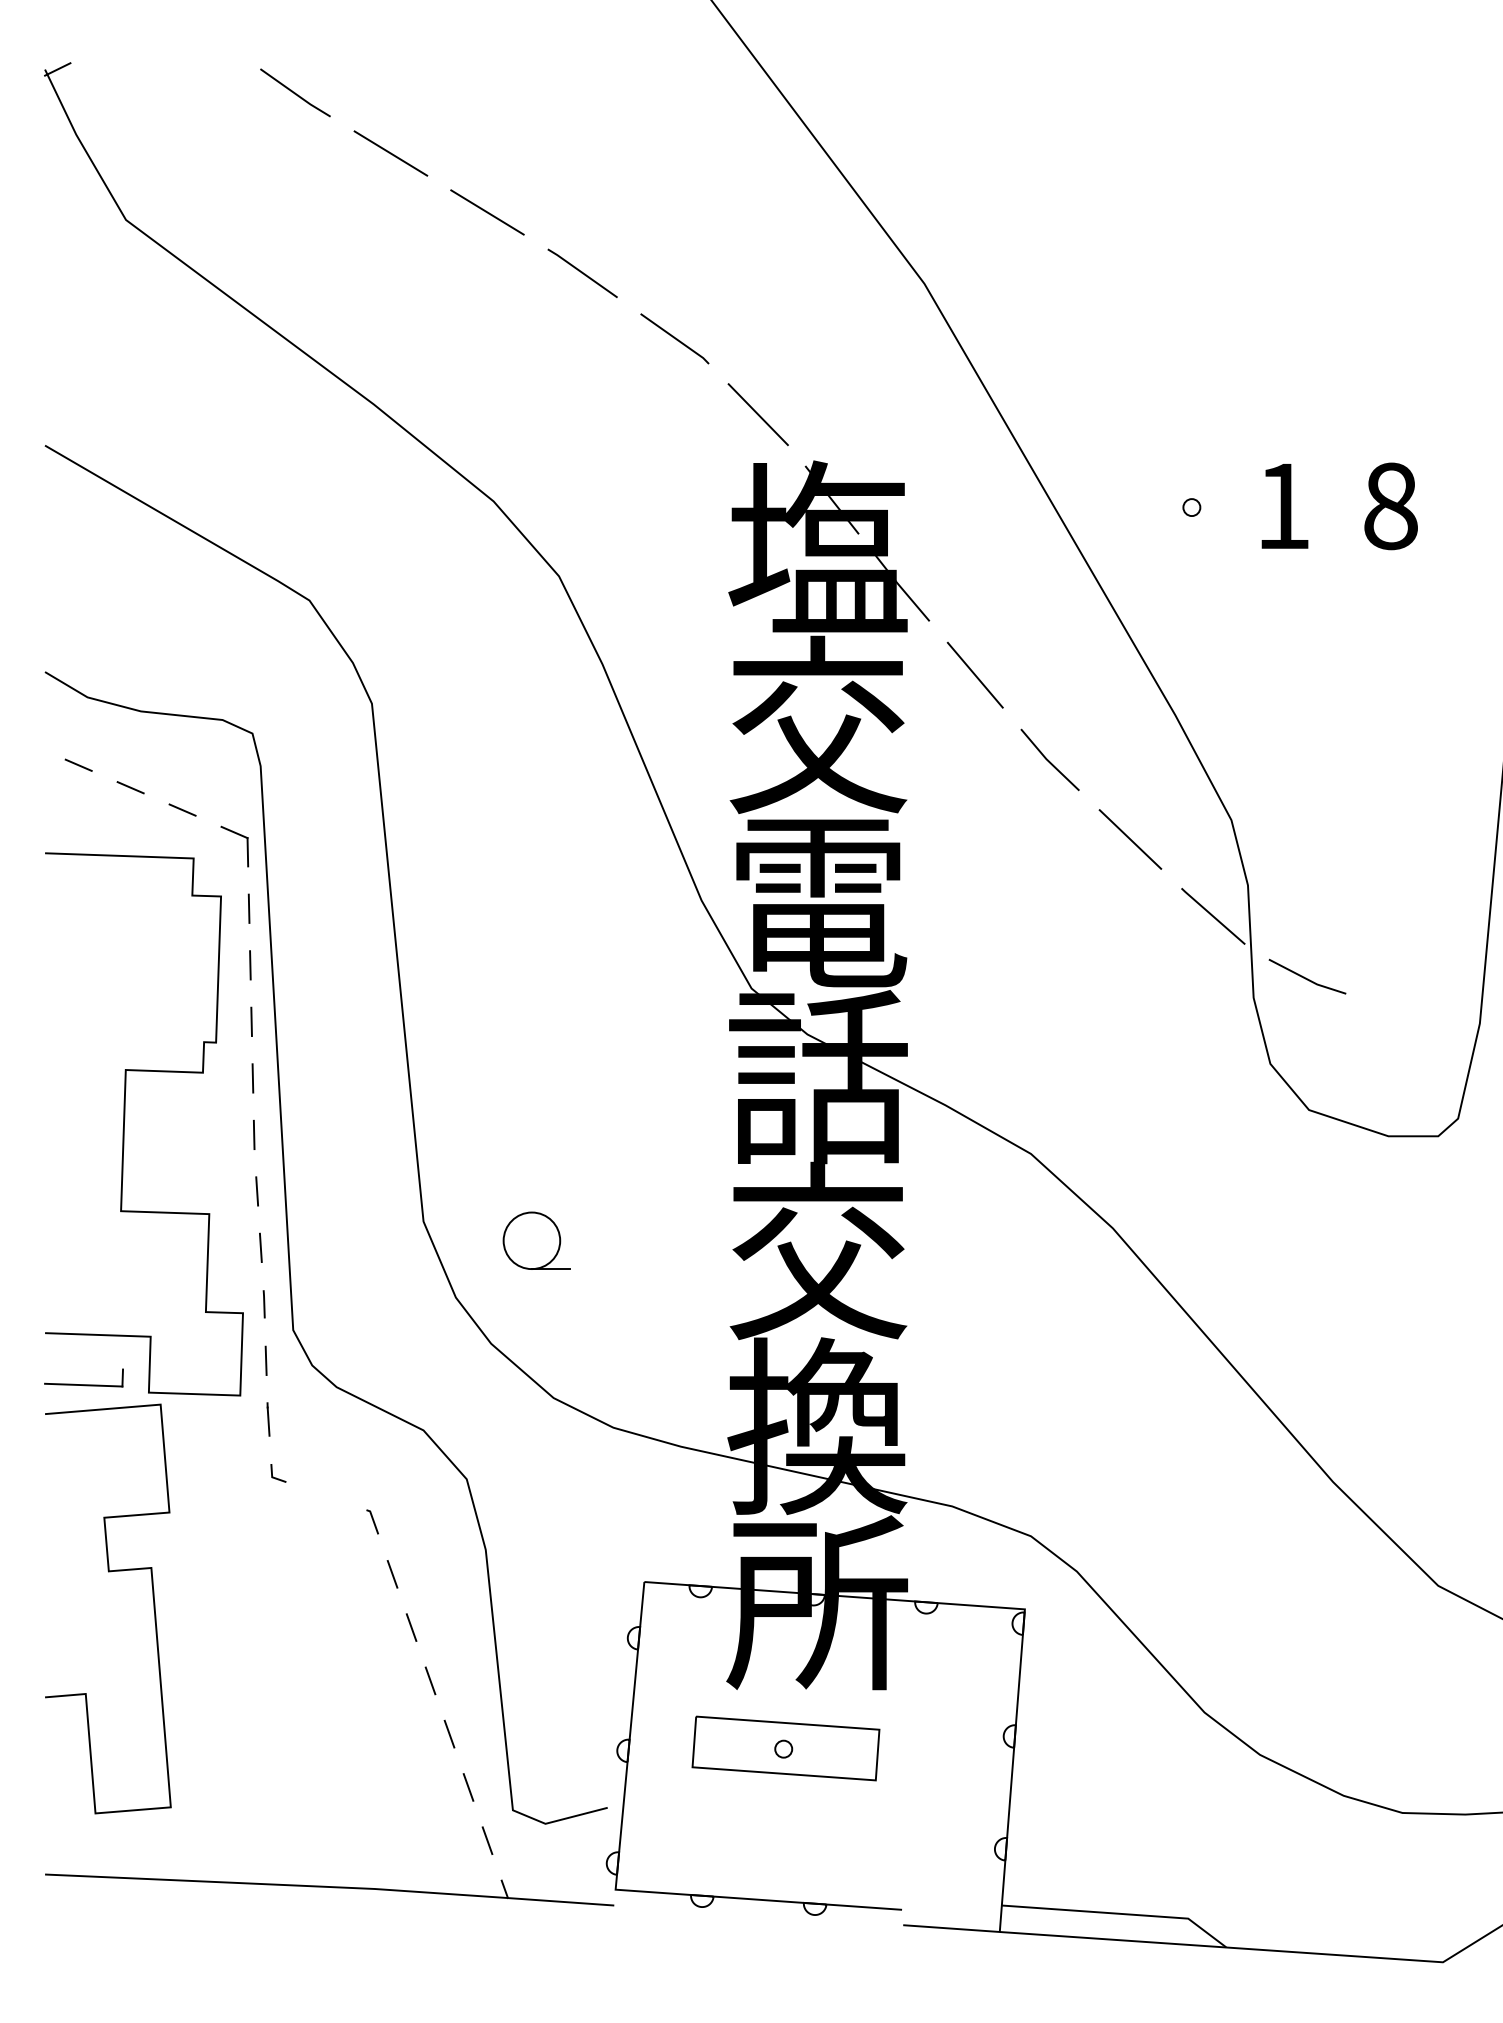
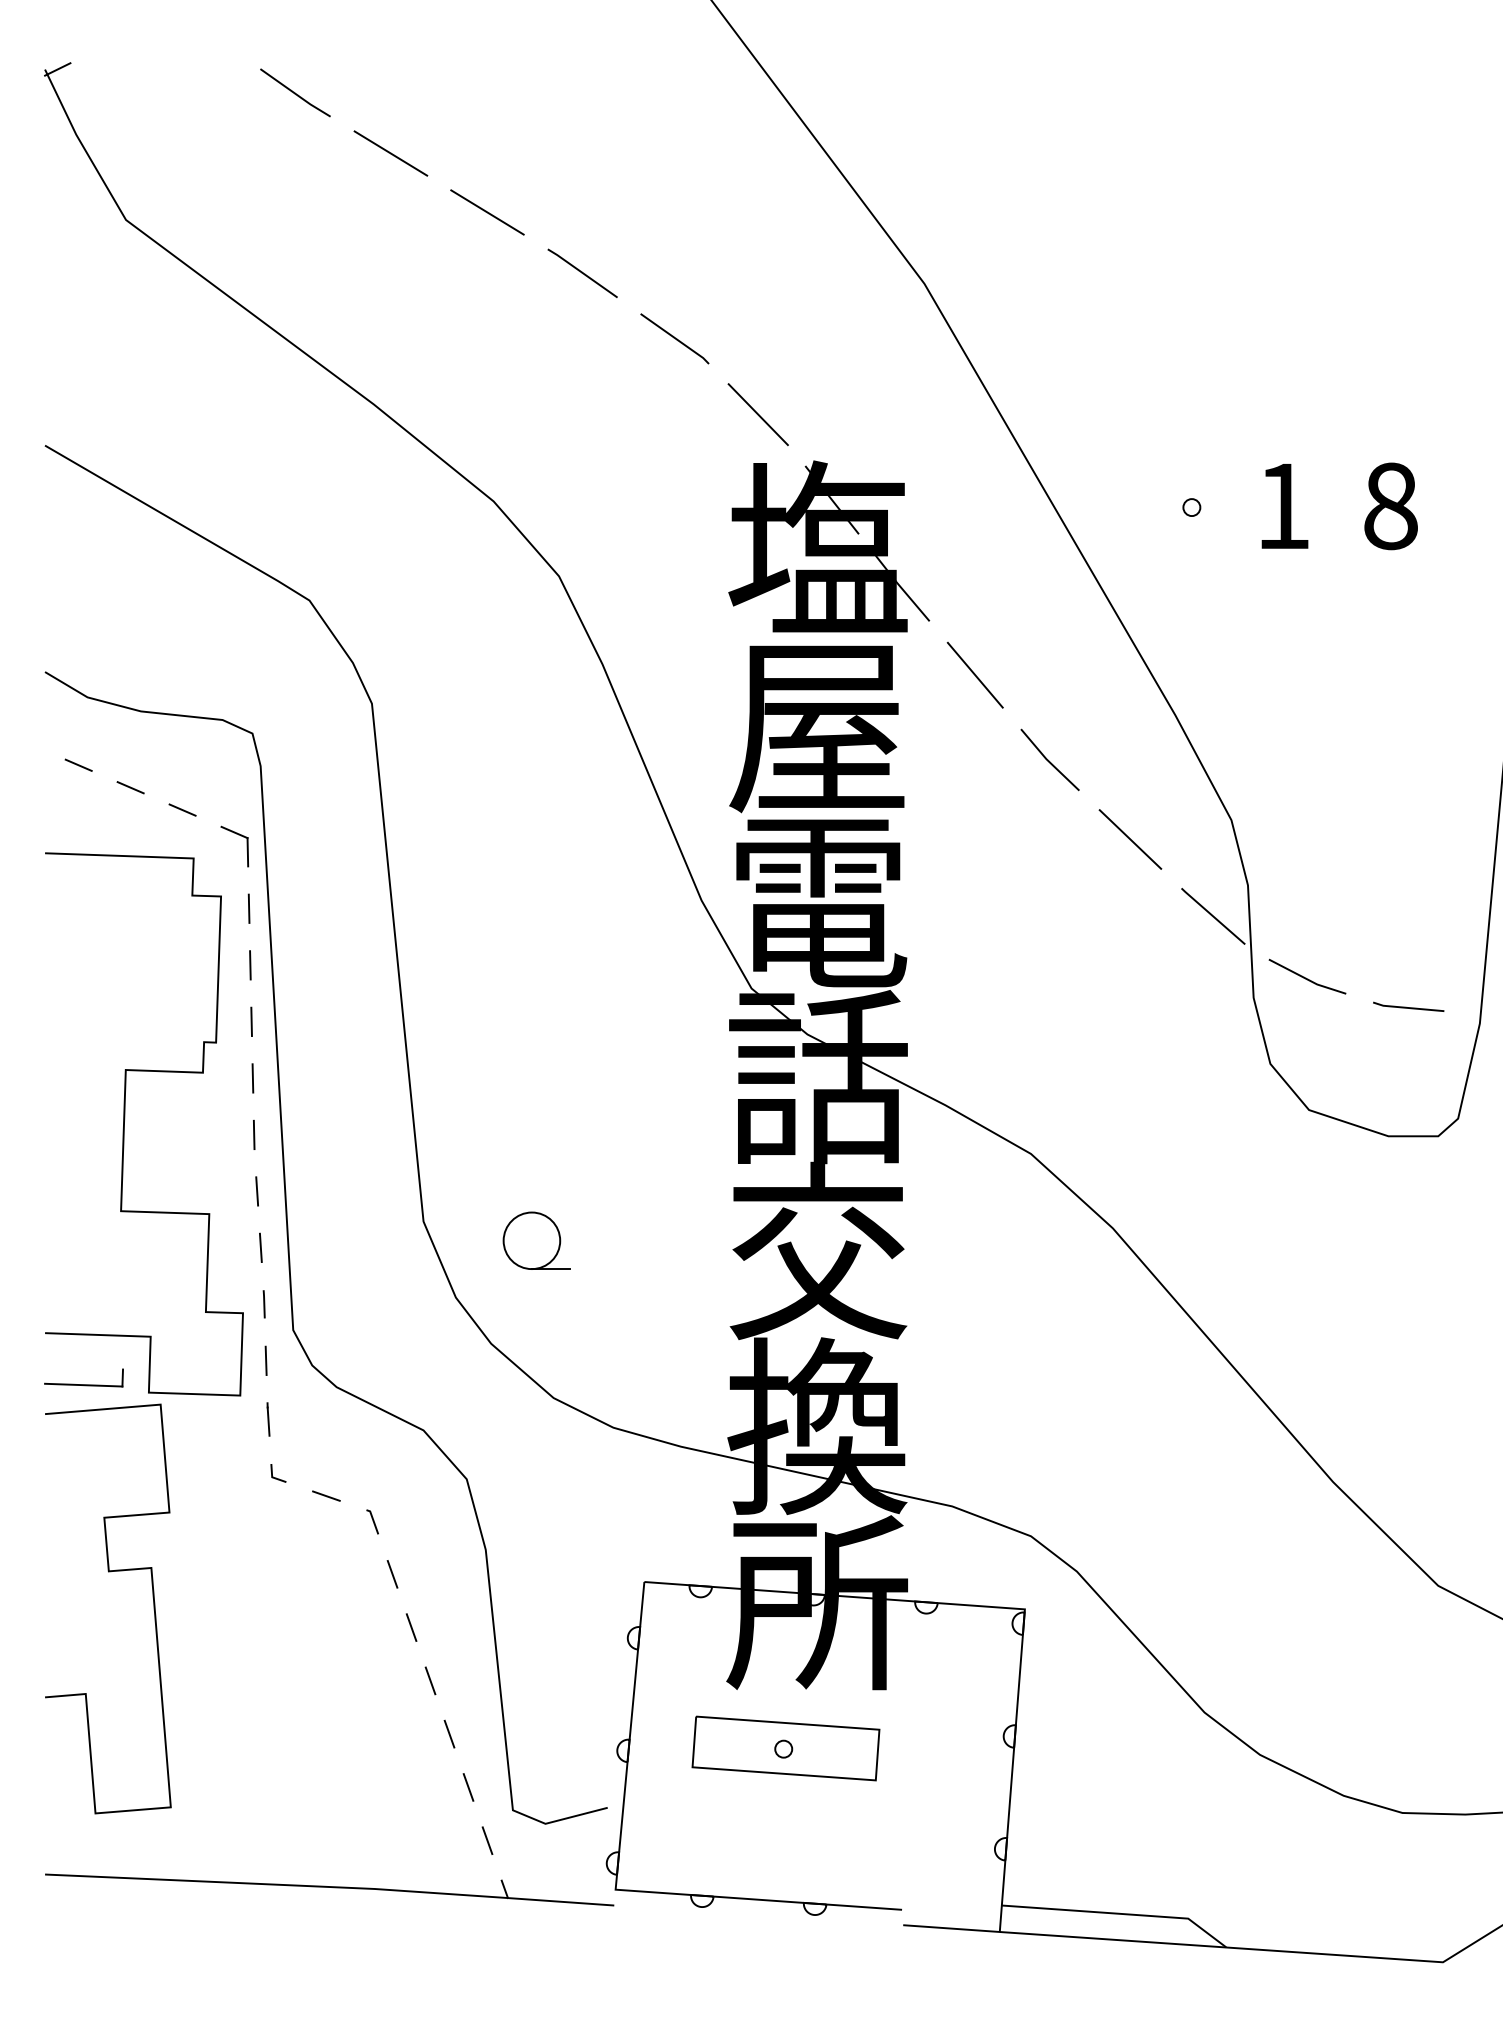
text at (818, 724): 交 -> 屋
line at (1408, 1007): none -> present
line at (326, 1495): none -> present
